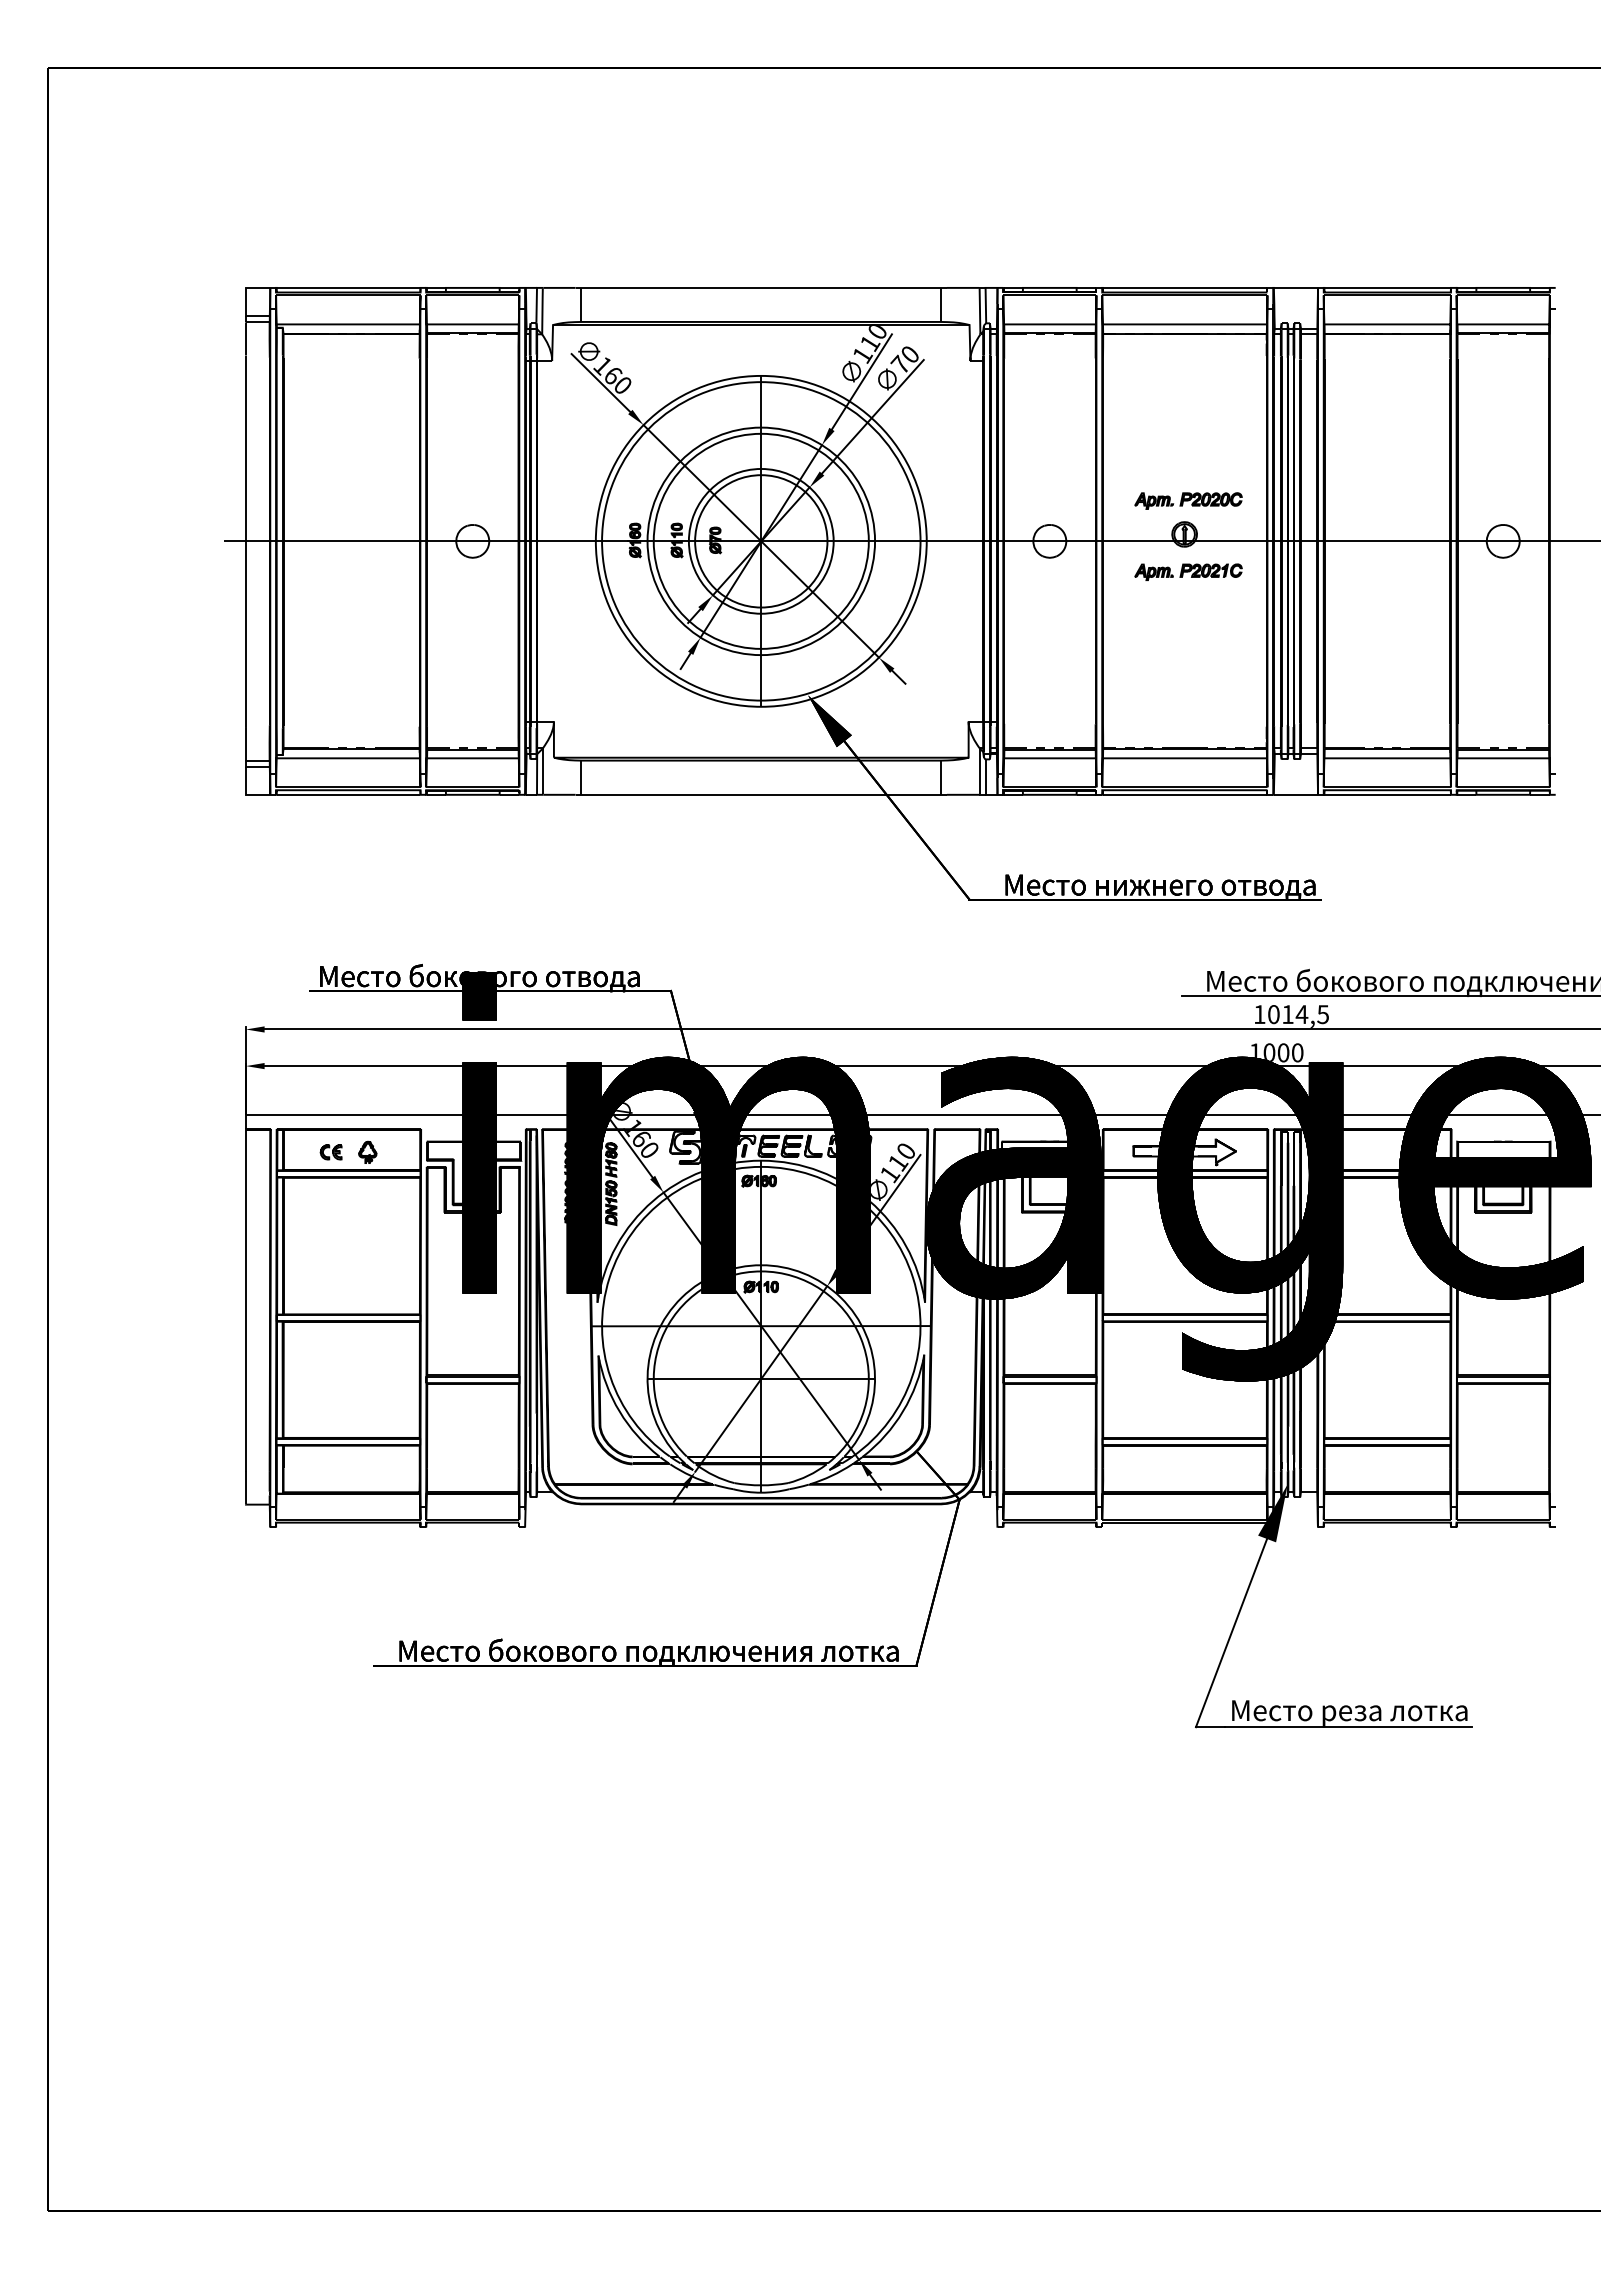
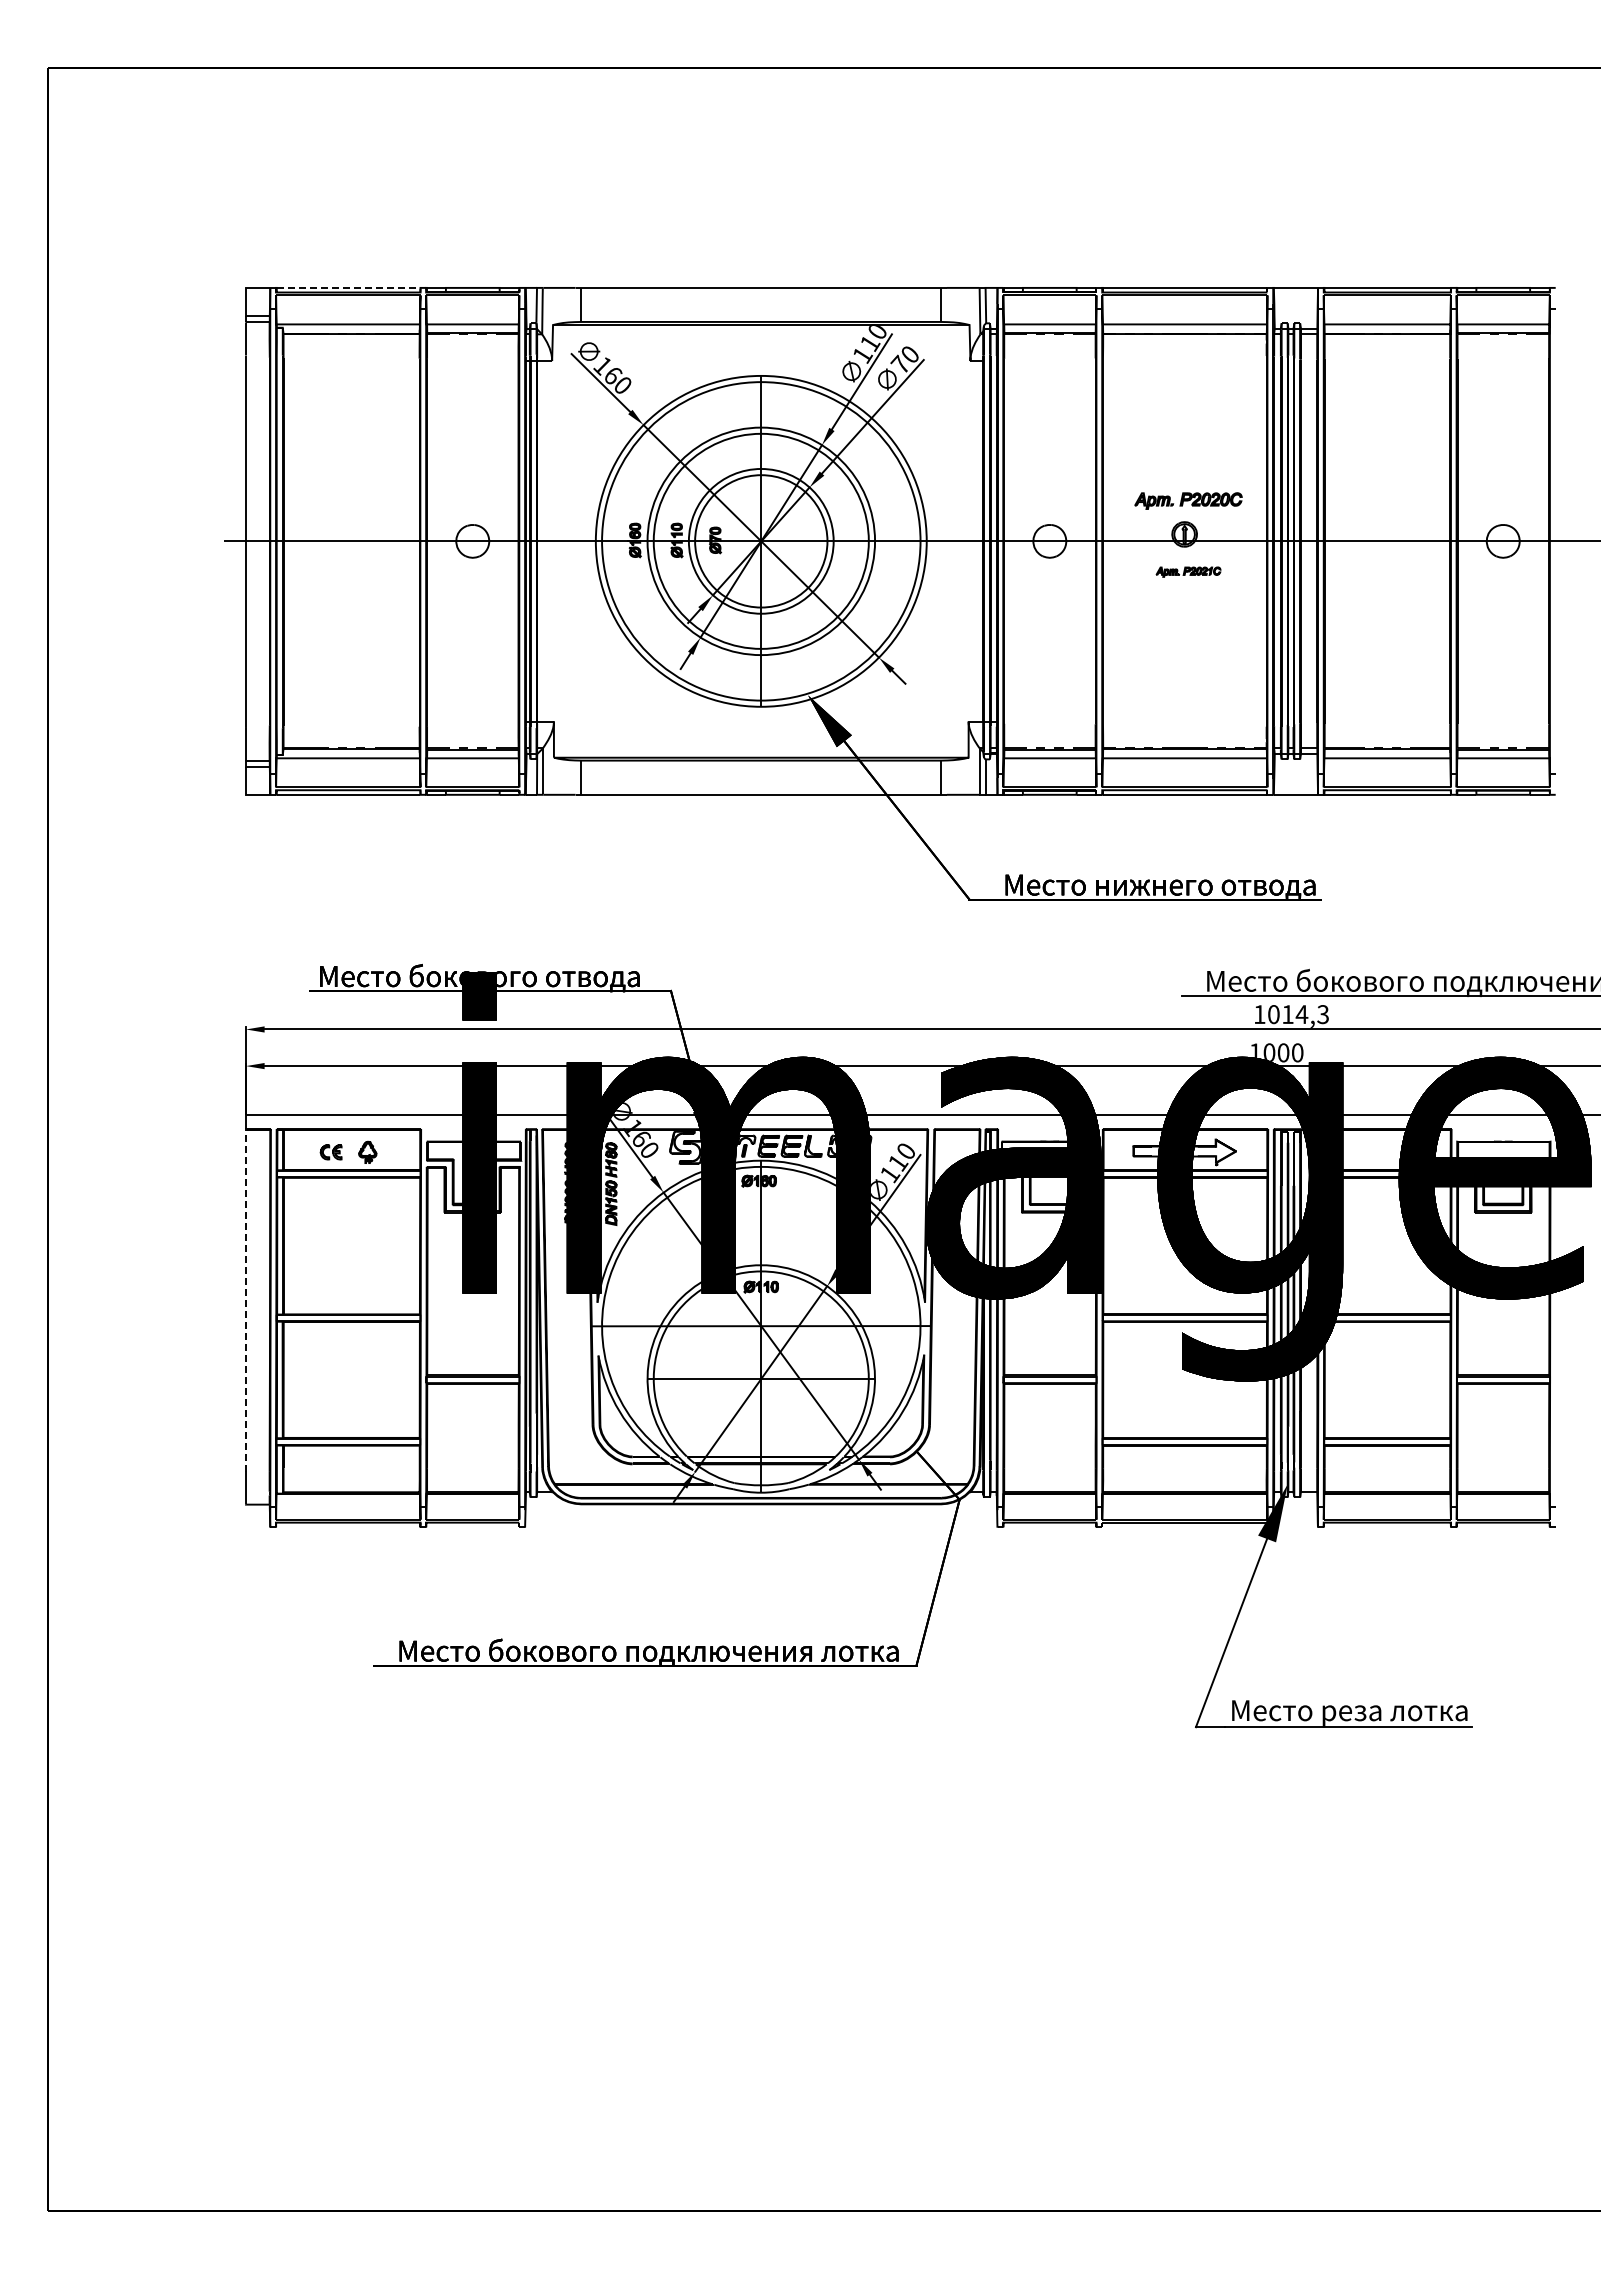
line at (348, 287): solid -> dashed
part at (1188, 571) size: 109x18 px -> 67x12 px
text at (1322, 1014): 1014,5 -> 1014,3
line at (246, 1301): solid -> dashed
